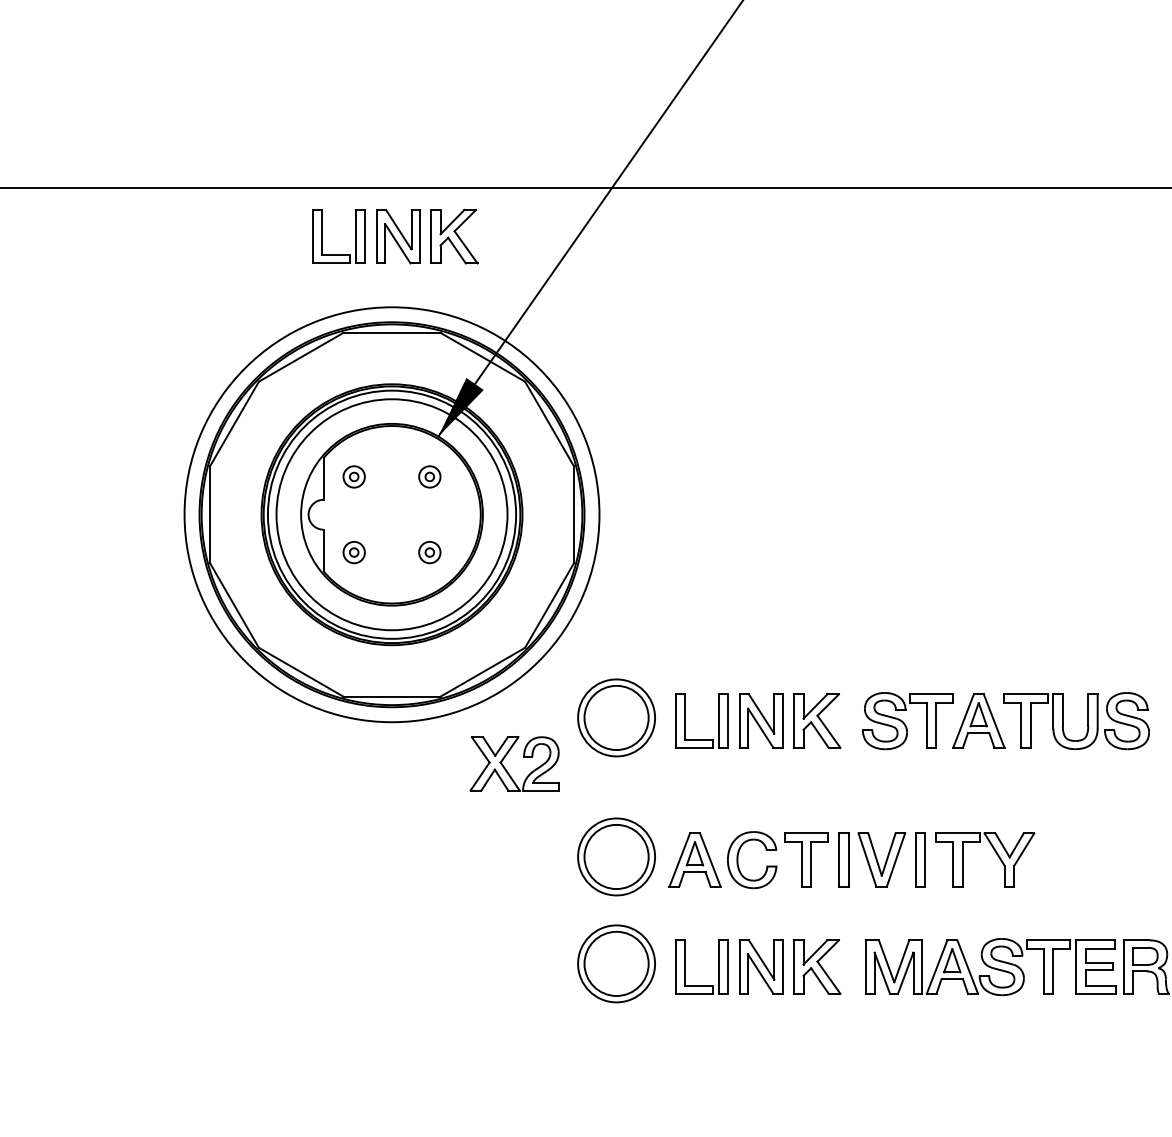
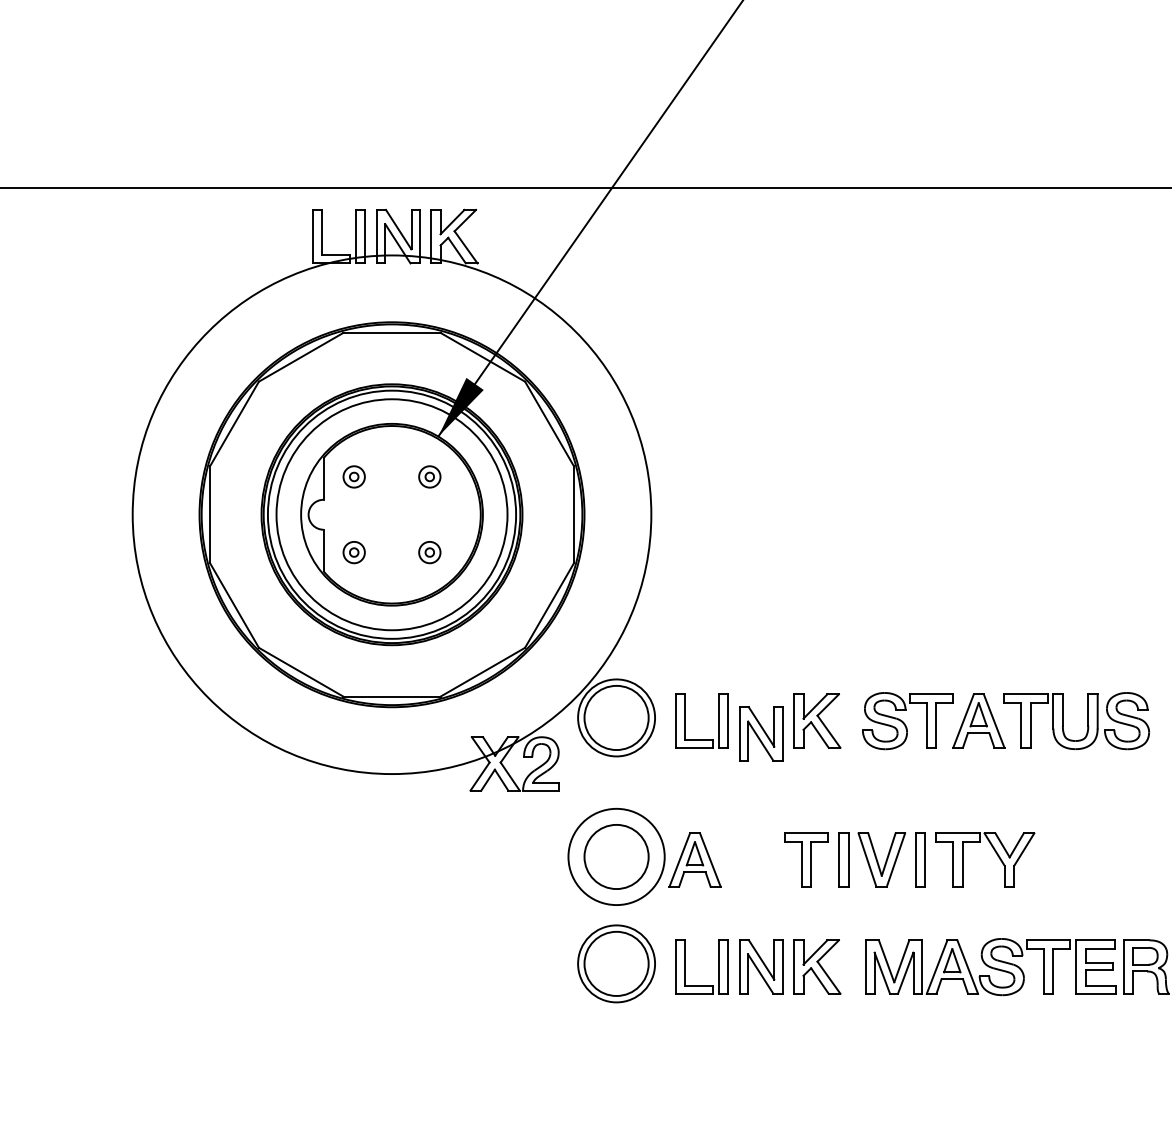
circle at (391, 514) diameter: 415 px -> 519 px
part at (761, 720) position: (761, 720) -> (761, 733)
circle at (616, 856) diameter: 77 px -> 96 px
part at (738, 860): present -> none
